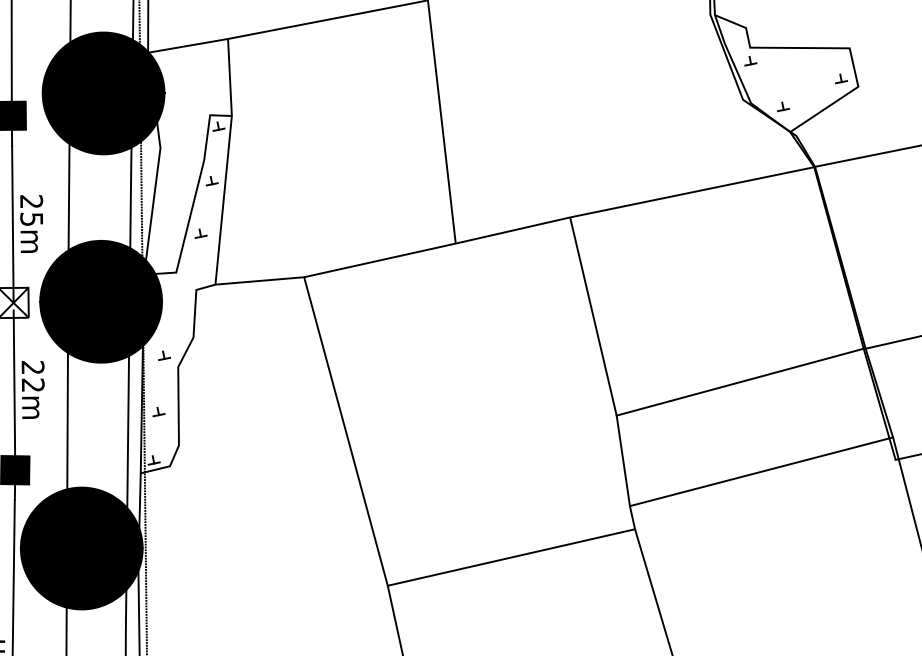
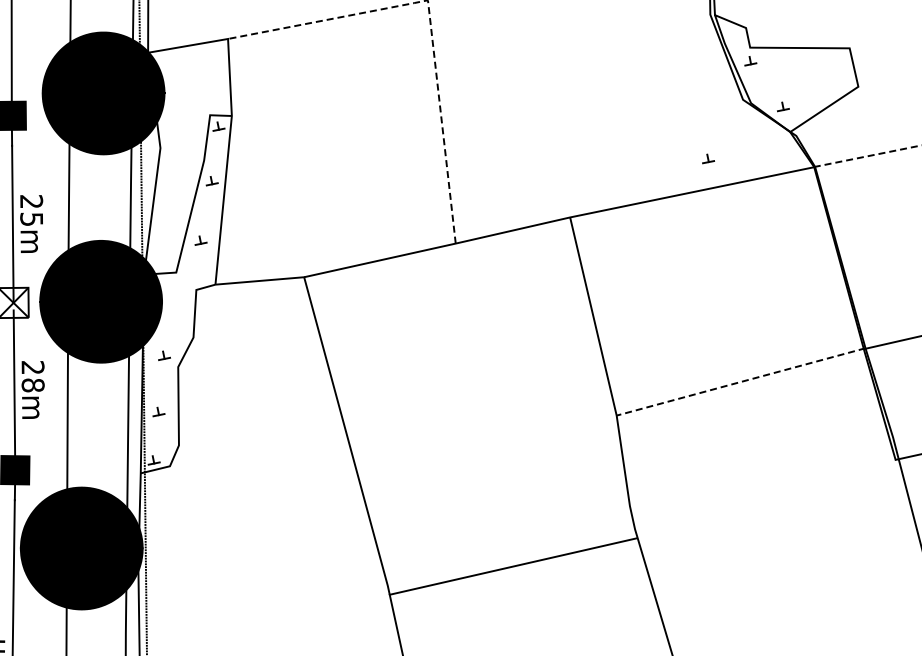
line at (430, 19): solid -> dashed
part at (841, 78) position: (841, 78) -> (708, 158)
line at (867, 156): solid -> dashed
part at (200, 233) position: (200, 233) -> (200, 240)
line at (741, 381): solid -> dashed
text at (32, 385): 22m -> 28m
line at (761, 471): present -> none
line at (511, 557) position: (511, 557) -> (513, 566)
